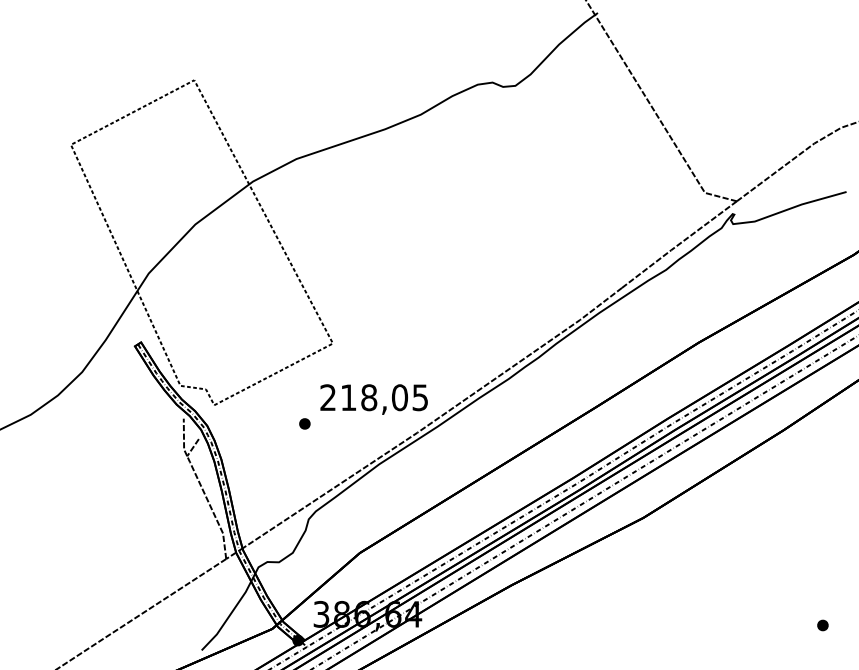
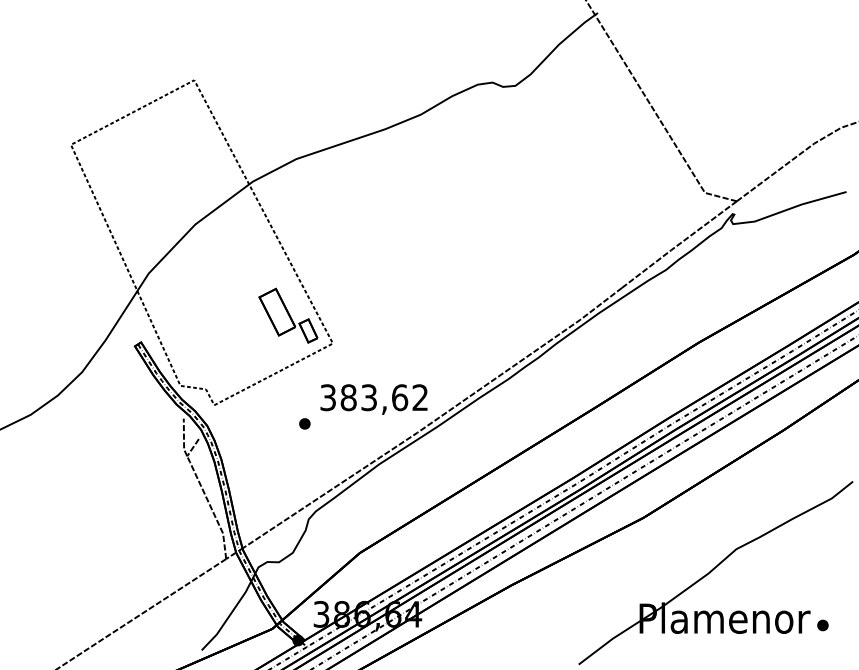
part at (288, 315): none -> present
text at (373, 397): 218,05 -> 383,62
part at (715, 573): none -> present
